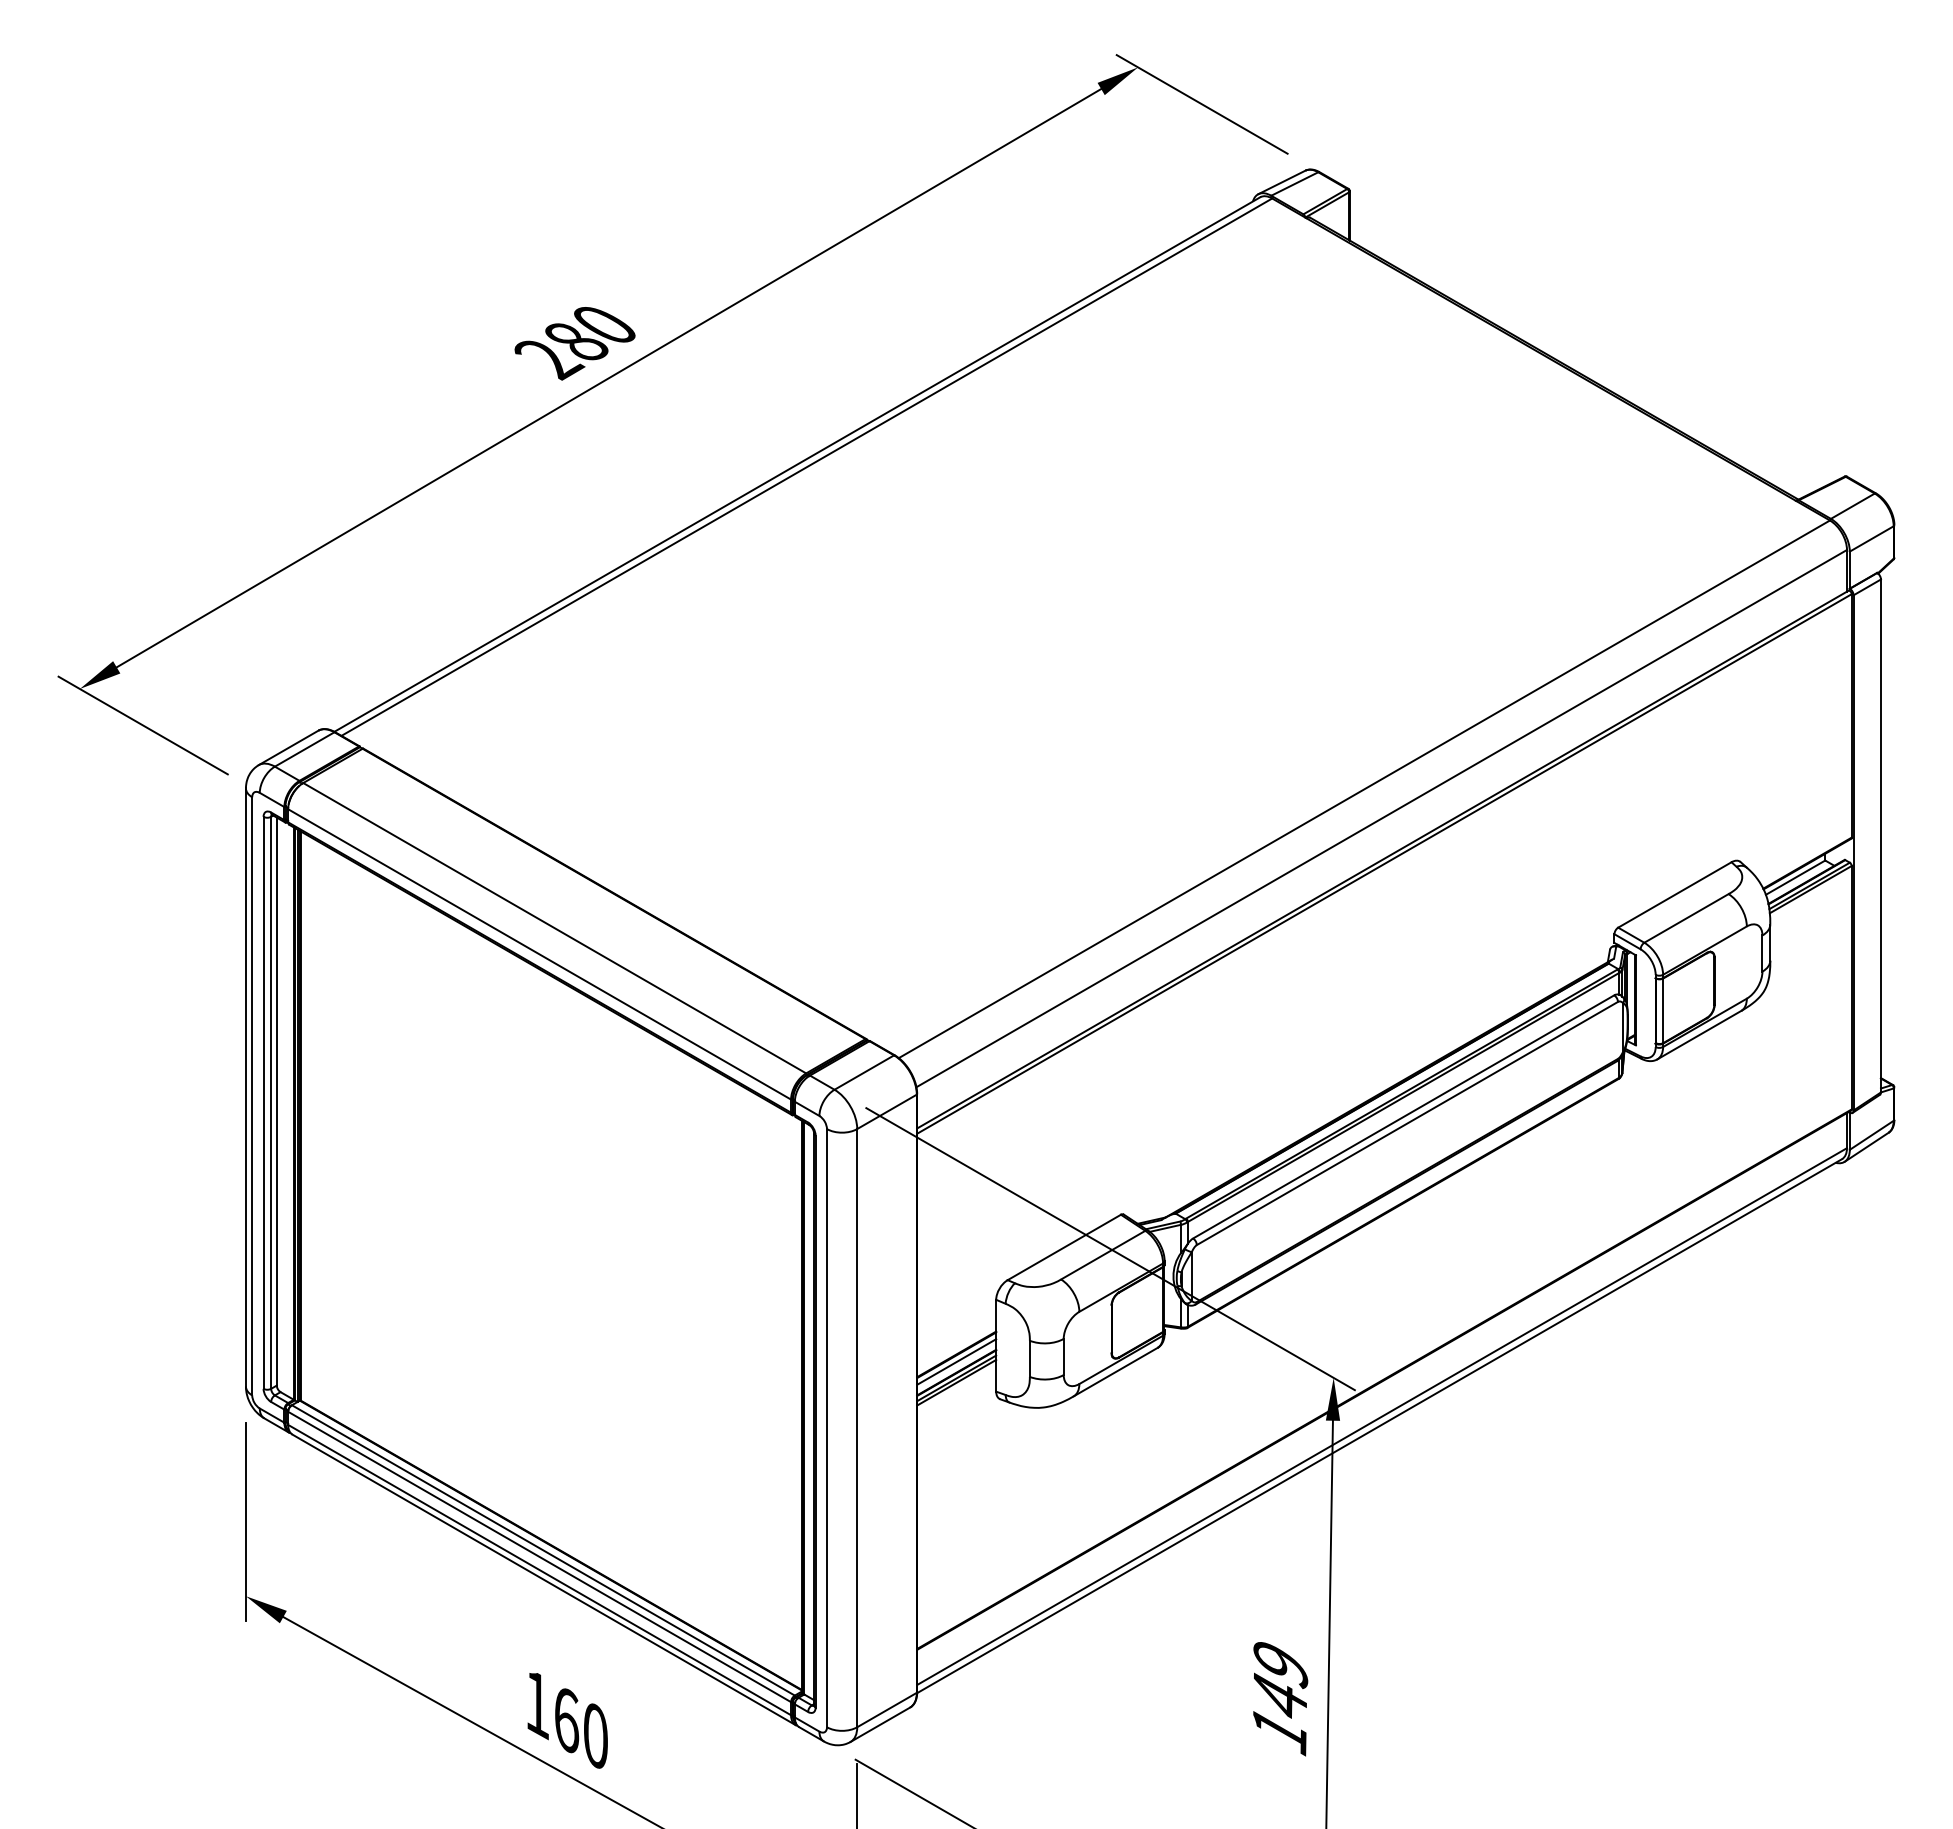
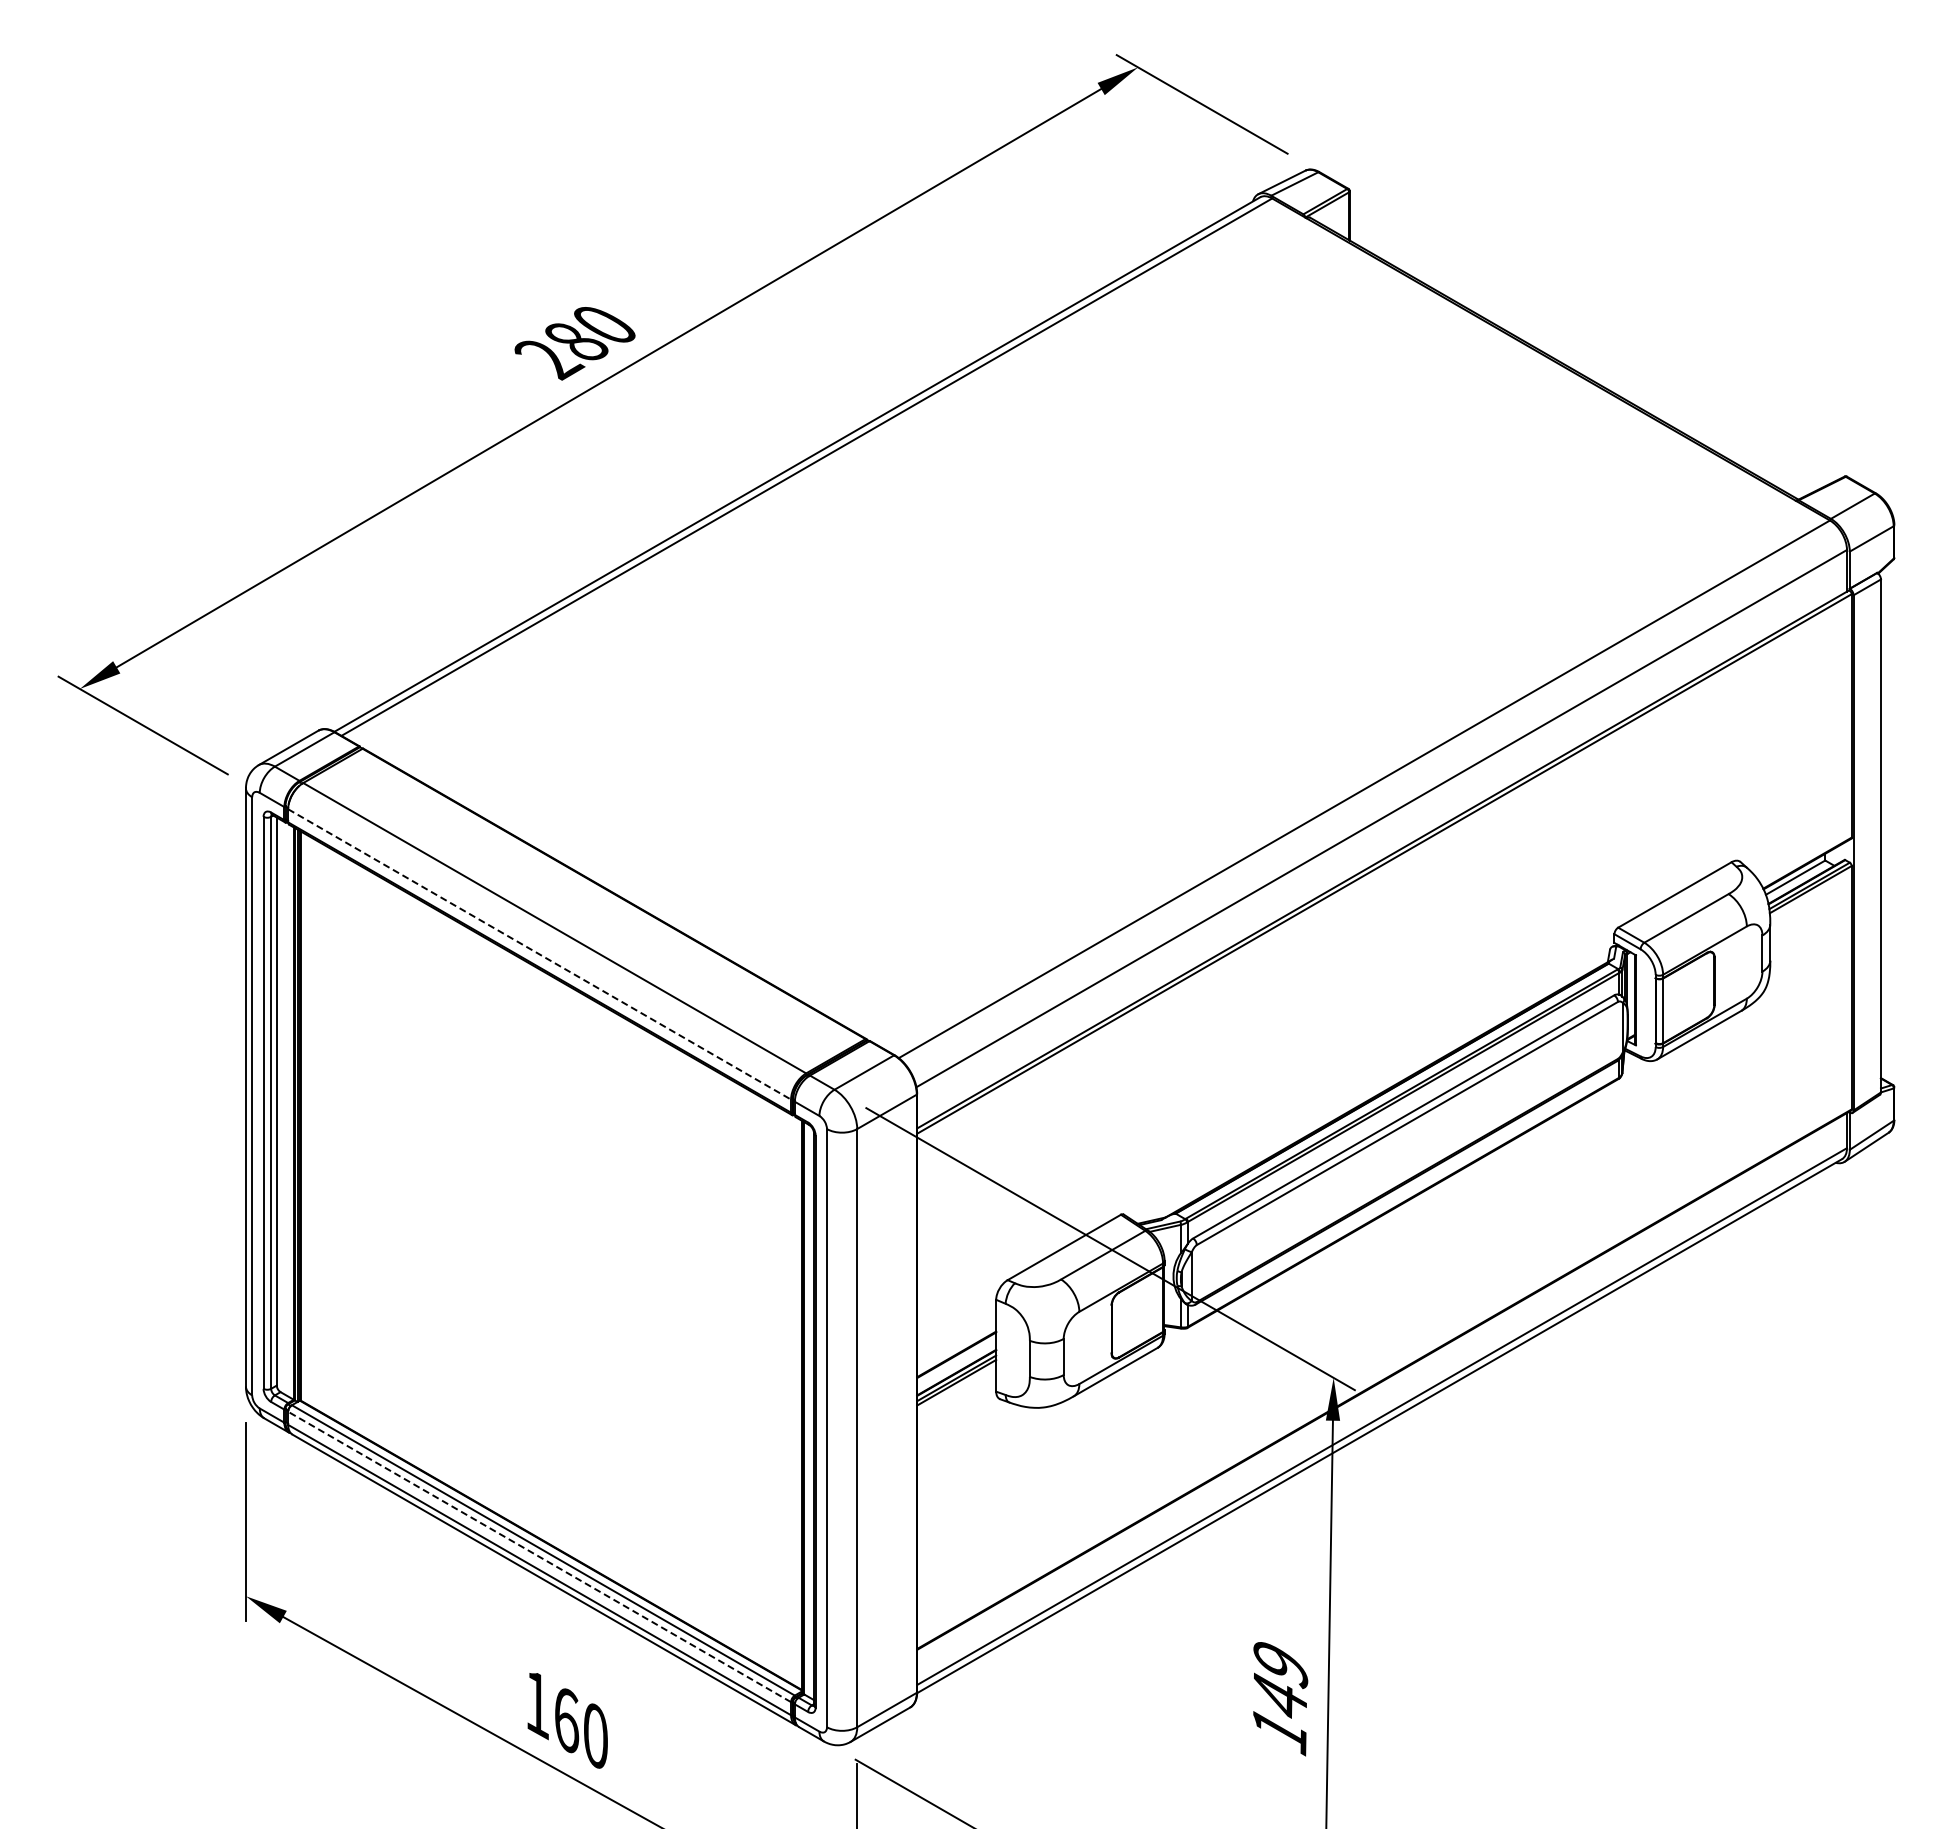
line at (540, 954): solid -> dashed
line at (956, 1361): present -> none
line at (539, 1556): solid -> dashed
